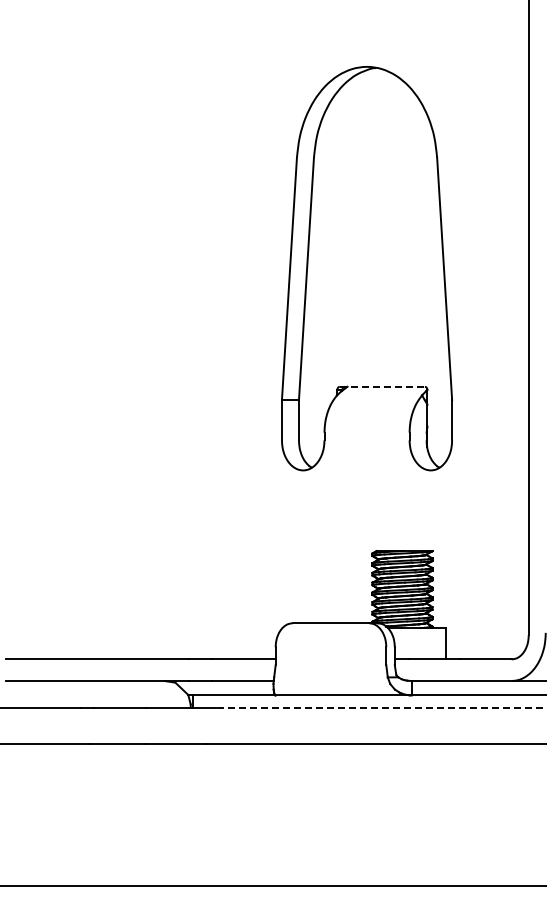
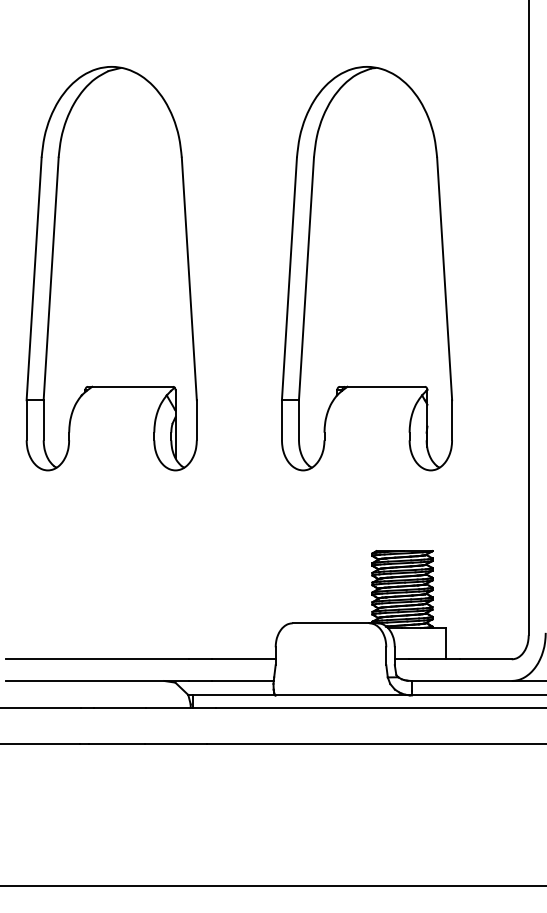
part at (111, 268): none -> present
line at (382, 386): dashed -> solid
line at (380, 707): dashed -> solid
